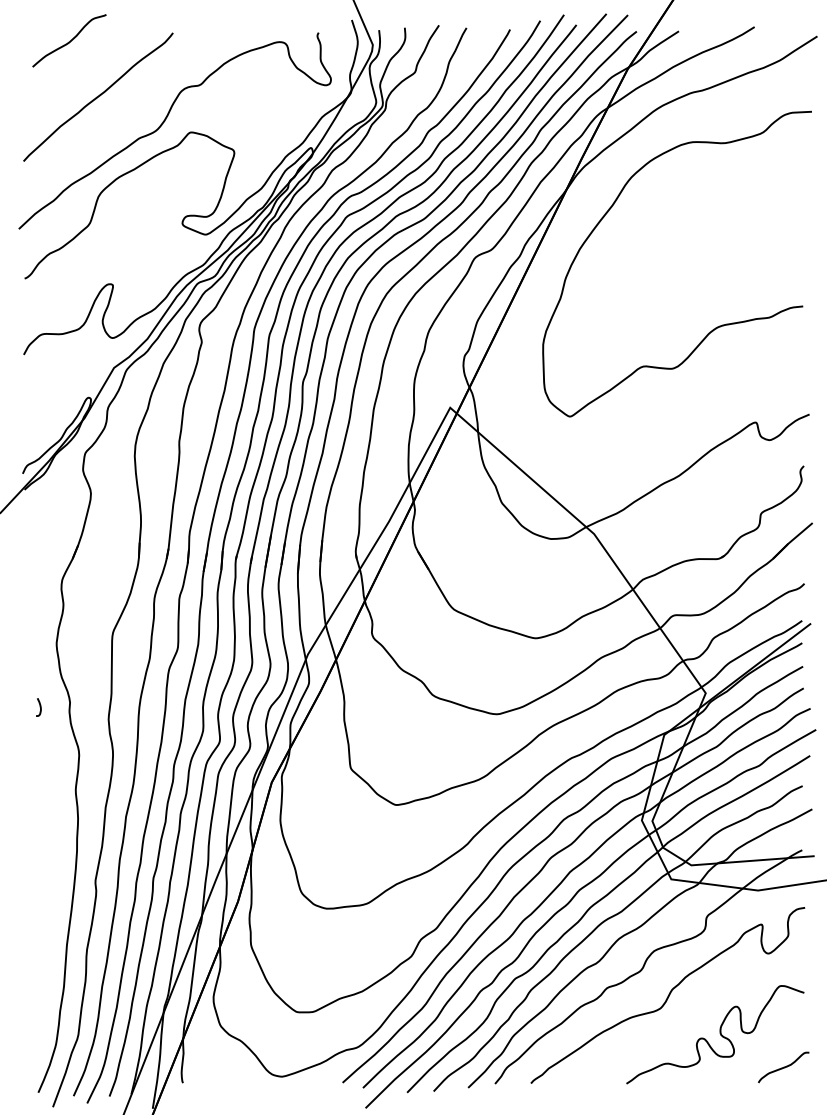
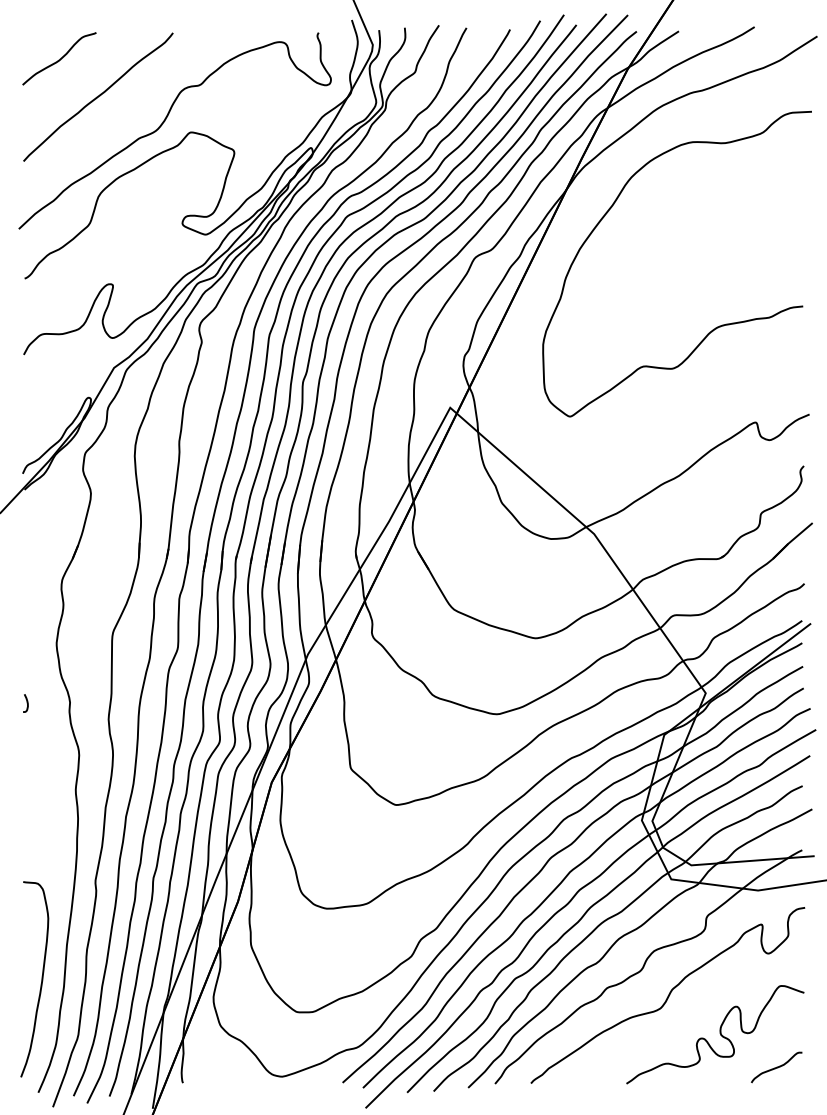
curve at (70, 40) position: (70, 40) -> (60, 58)
curve at (39, 707) position: (39, 707) -> (26, 703)
curve at (41, 979): none -> present
curve at (783, 1067) position: (783, 1067) -> (776, 1067)
